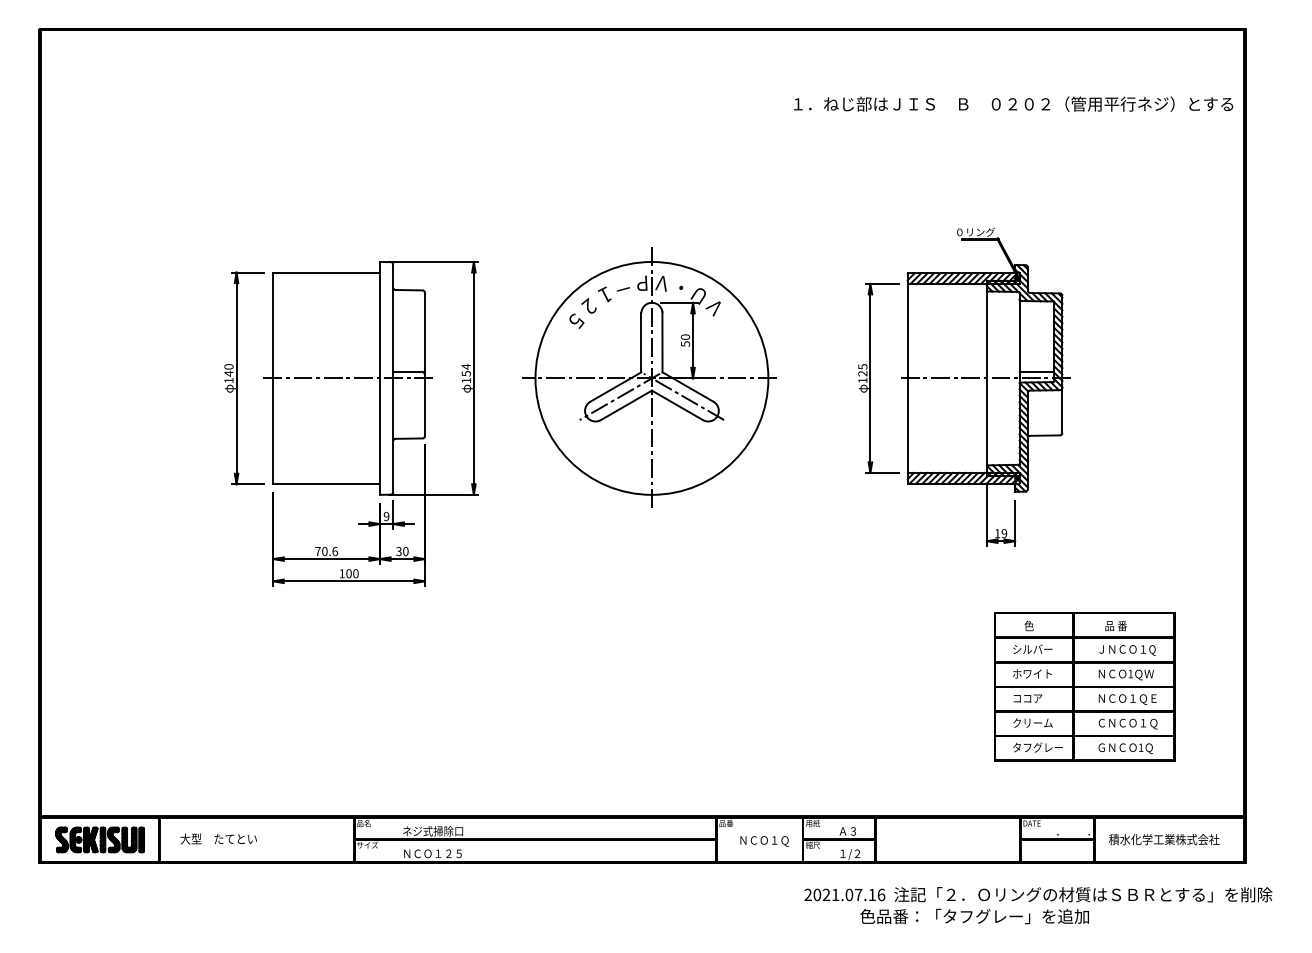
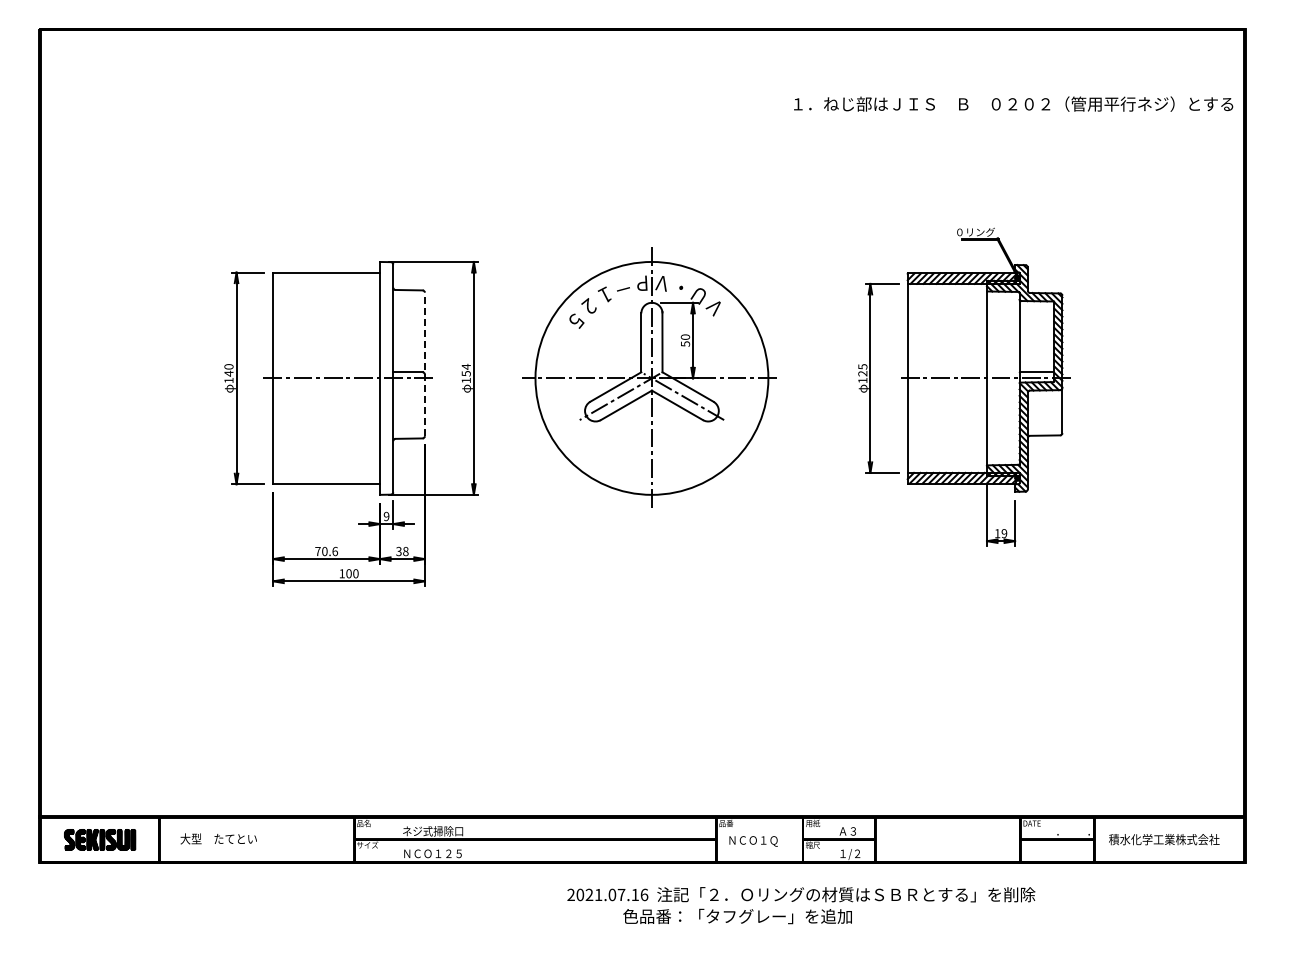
line at (424, 364): solid -> dashed
text at (405, 551): 30 -> 38
part at (1084, 686): present -> none
part at (99, 839) size: 90x28 px -> 73x22 px
text at (764, 841) position: (764, 841) -> (753, 841)
text at (1038, 905) position: (1038, 905) -> (801, 905)
